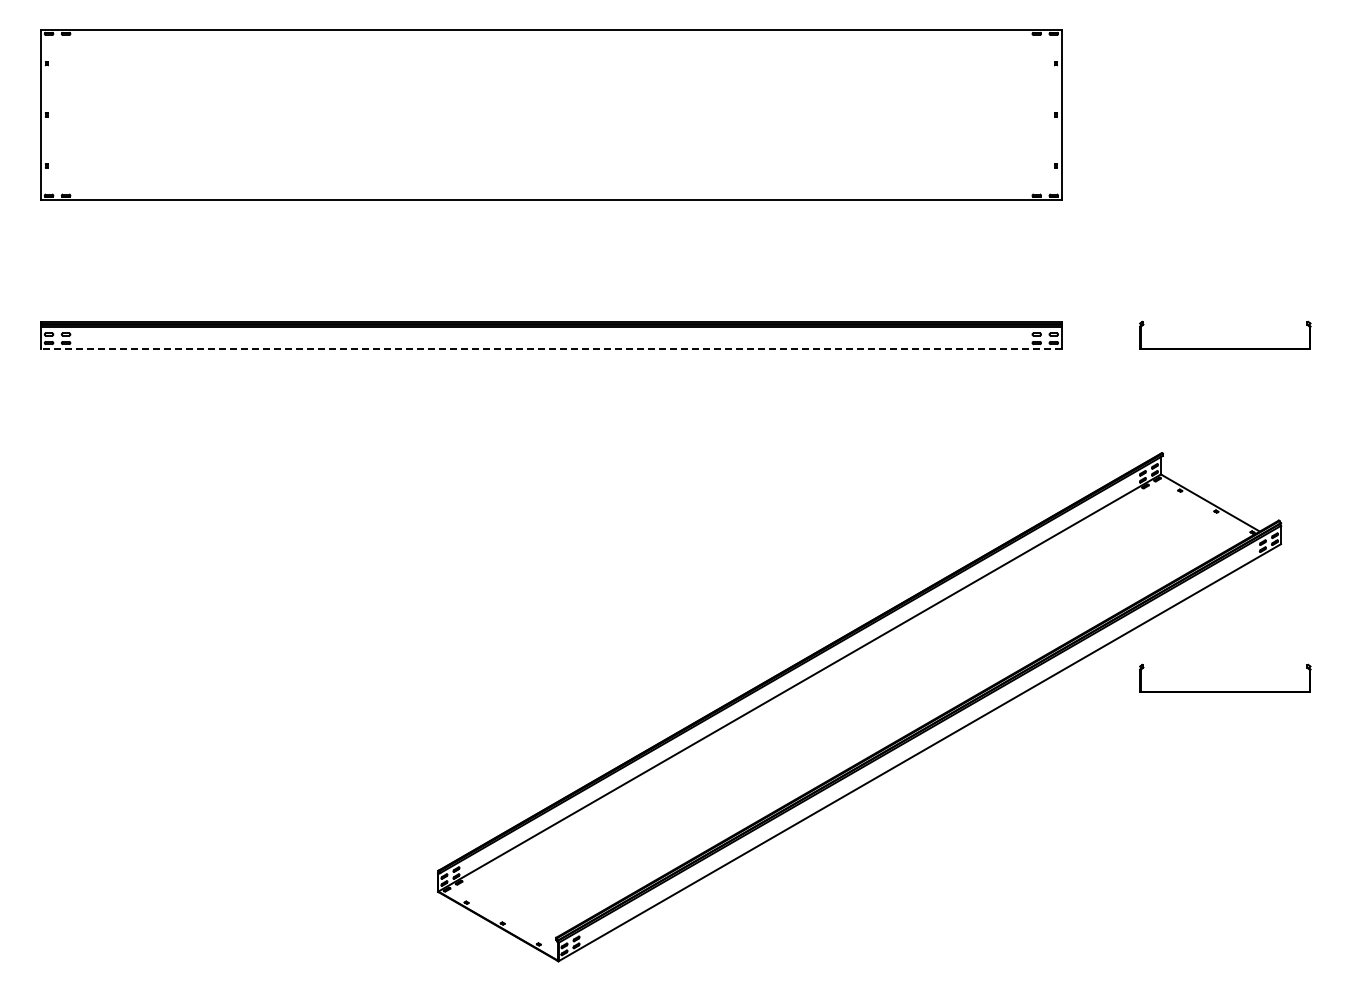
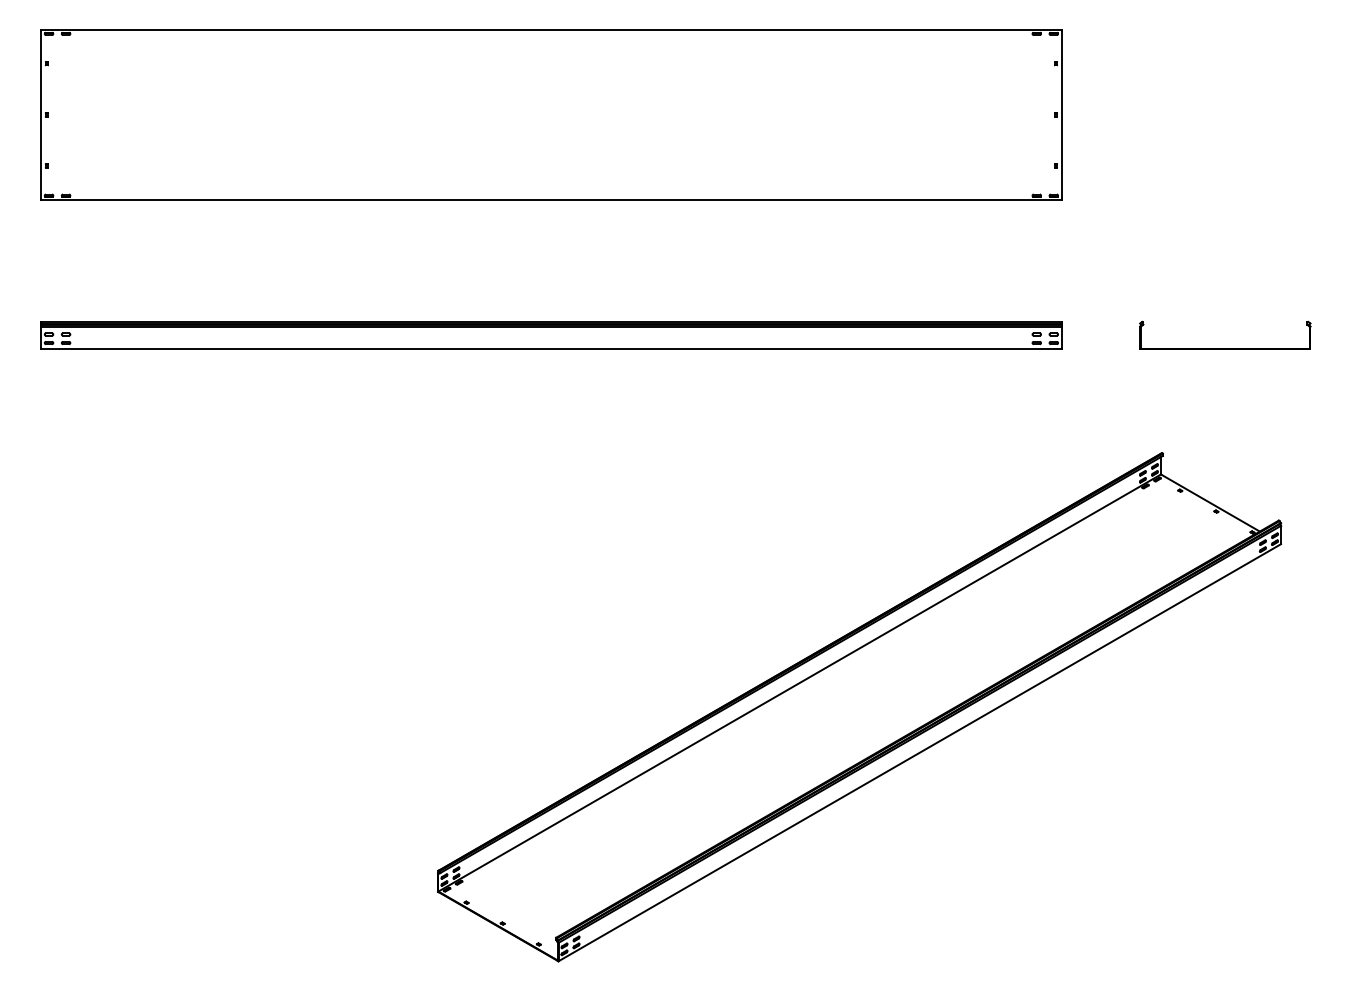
line at (551, 349): dashed -> solid
part at (1225, 691): present -> none
